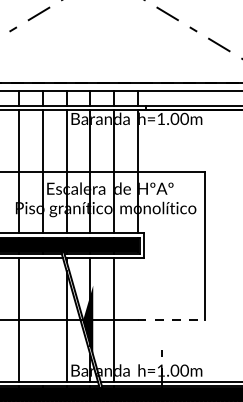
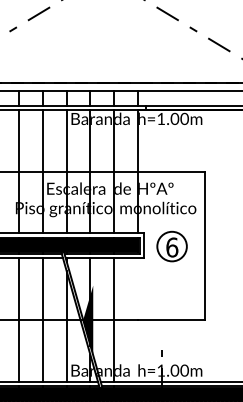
part at (171, 246): none -> present
line at (43, 319): none -> present
line at (171, 320): dashed -> solid
